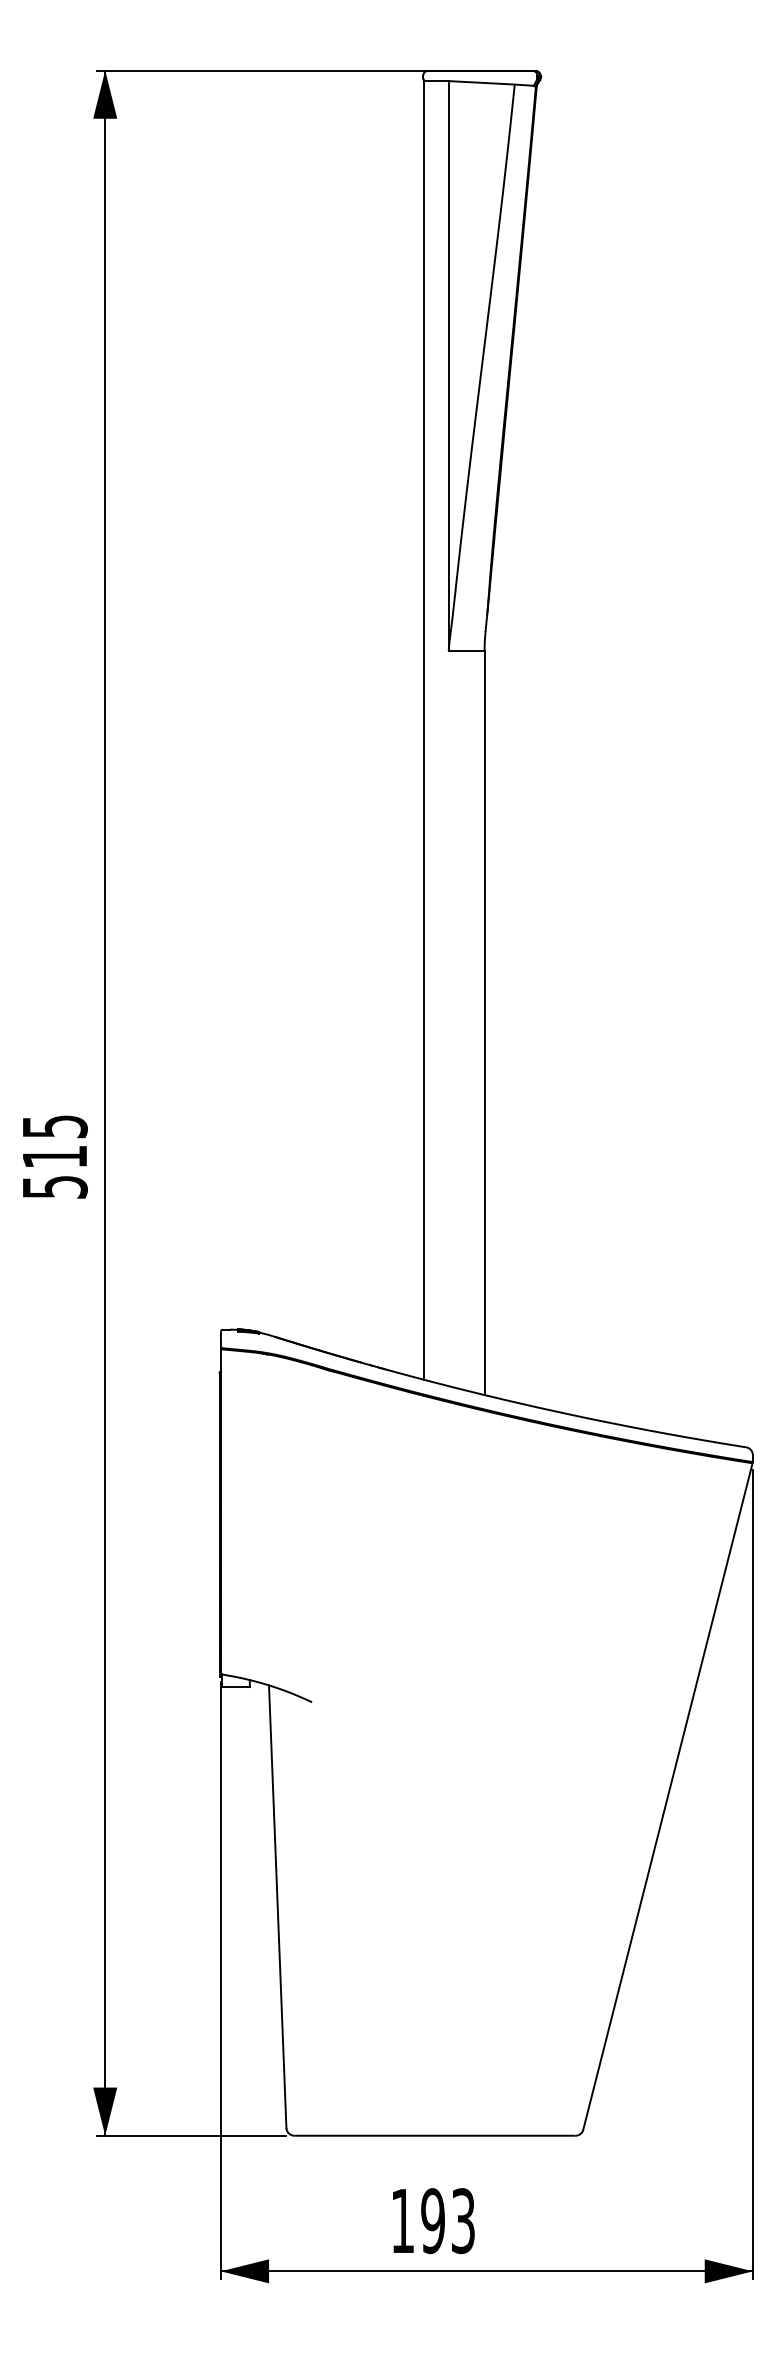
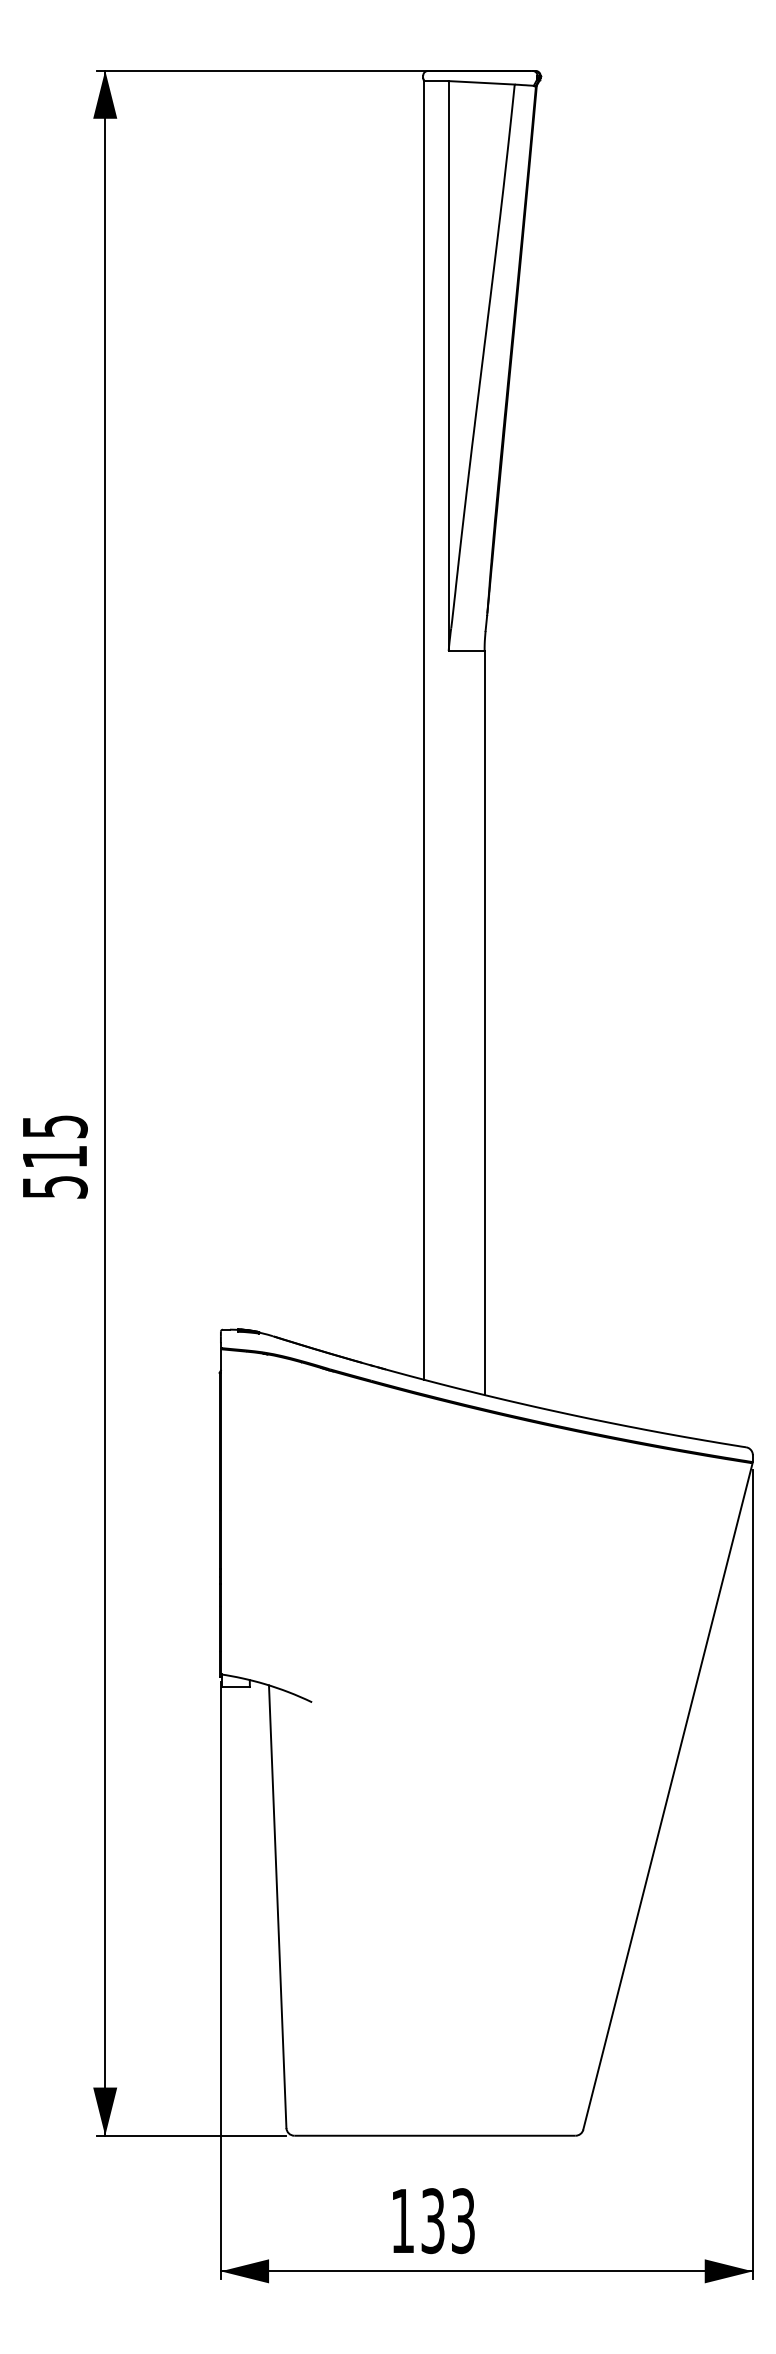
text at (432, 2220): 193 -> 133
